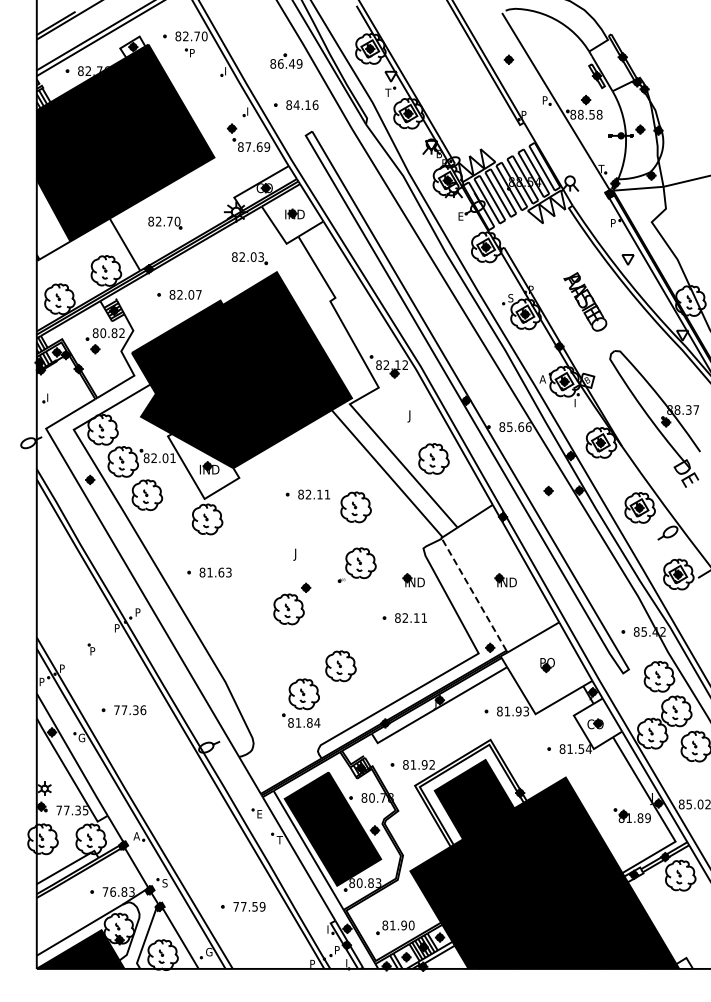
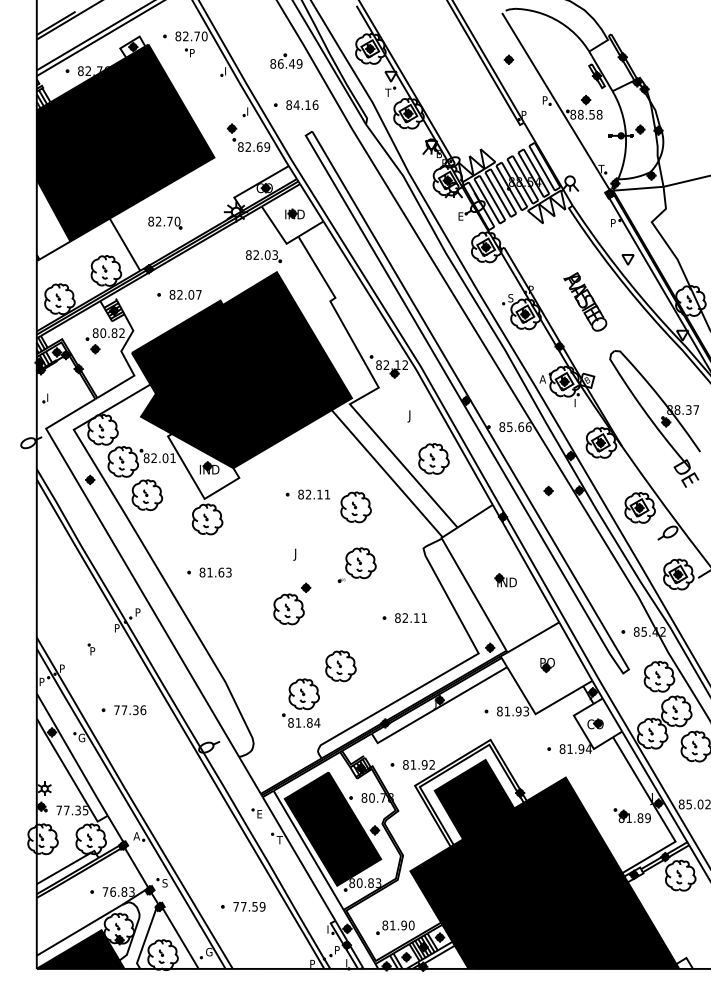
text at (248, 146): 87.69 -> 82.69
part at (249, 258) position: (249, 258) -> (263, 256)
part at (413, 580): present -> none
line at (474, 594): dashed -> solid
text at (581, 748): 81.54 -> 81.94
